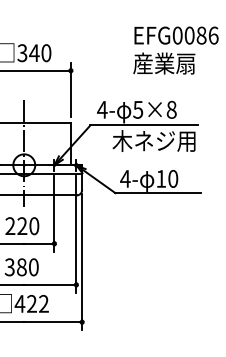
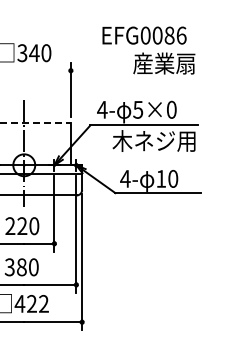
text at (176, 35) position: (176, 35) -> (144, 35)
line at (36, 70): present -> none
text at (171, 109): 5×8 -> 5×0
line at (36, 122): solid -> dashed
